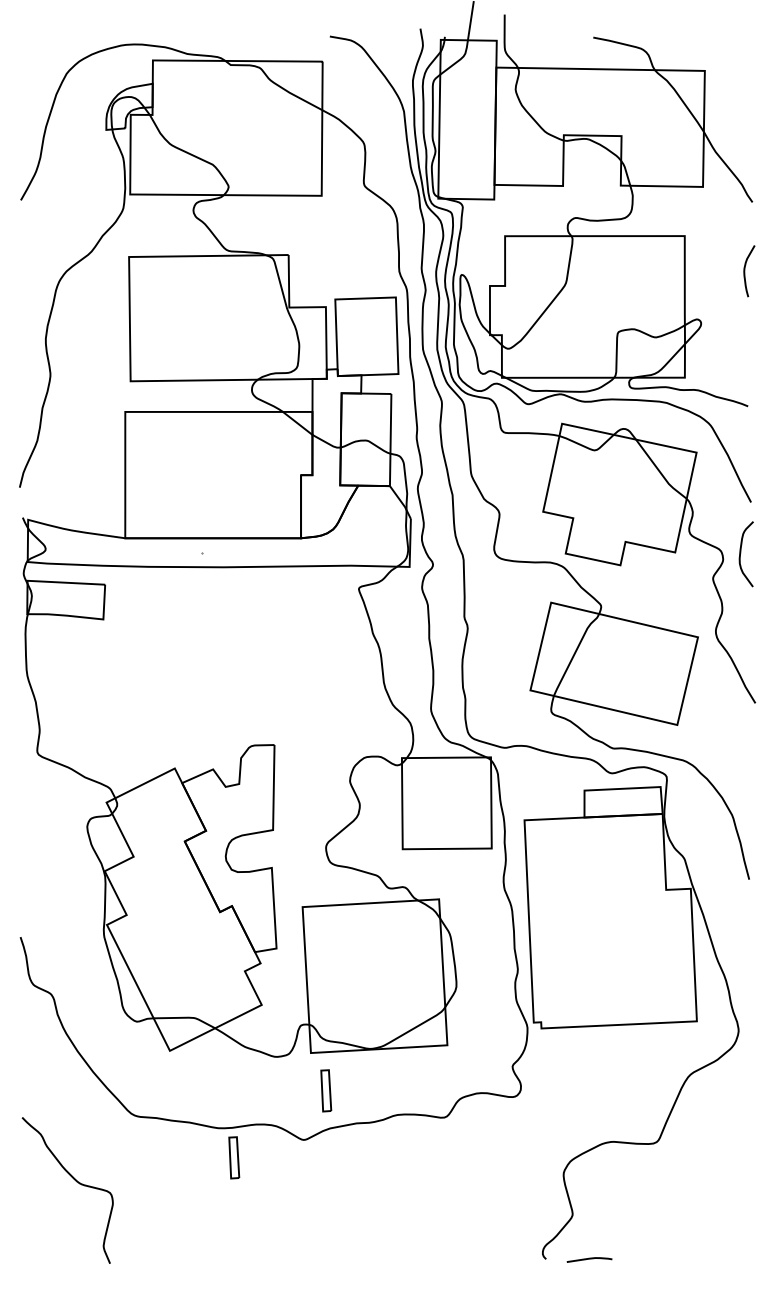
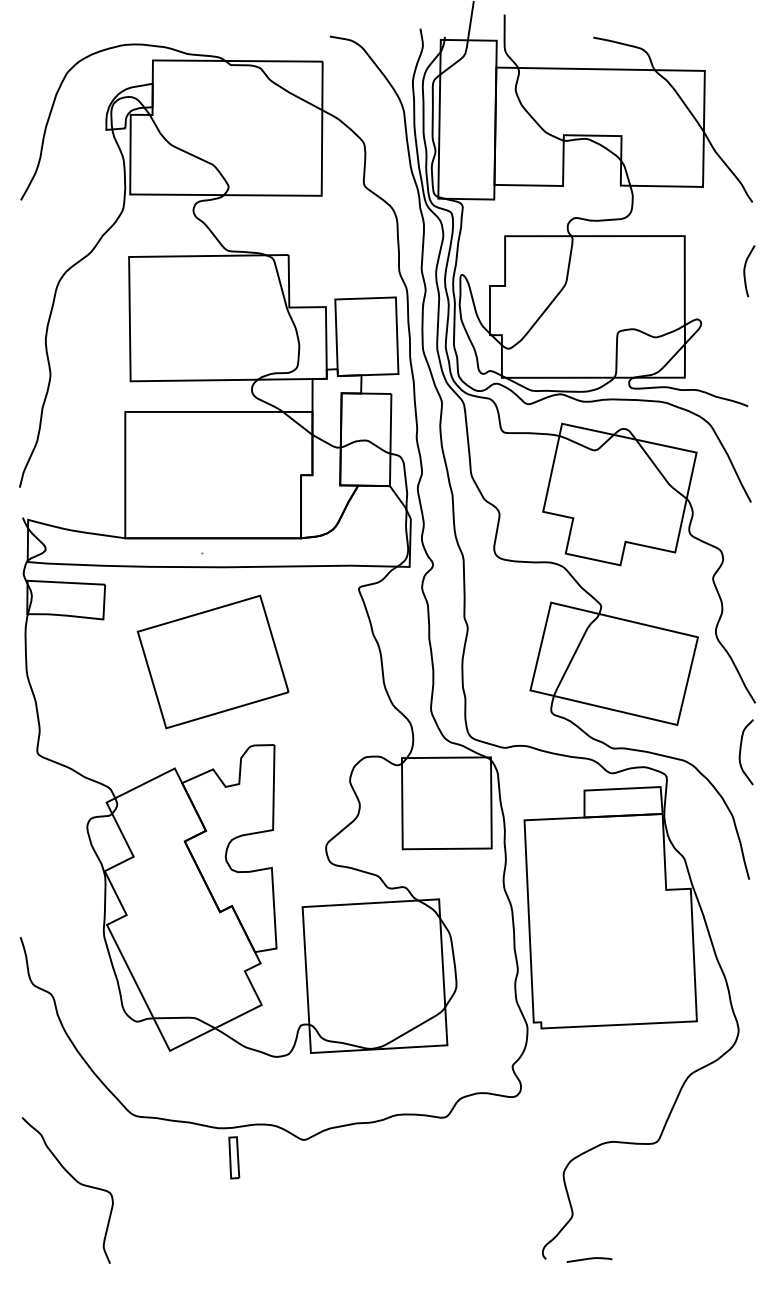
curve at (741, 553) position: (741, 553) -> (741, 751)
part at (212, 661): none -> present
part at (326, 1090): present -> none
